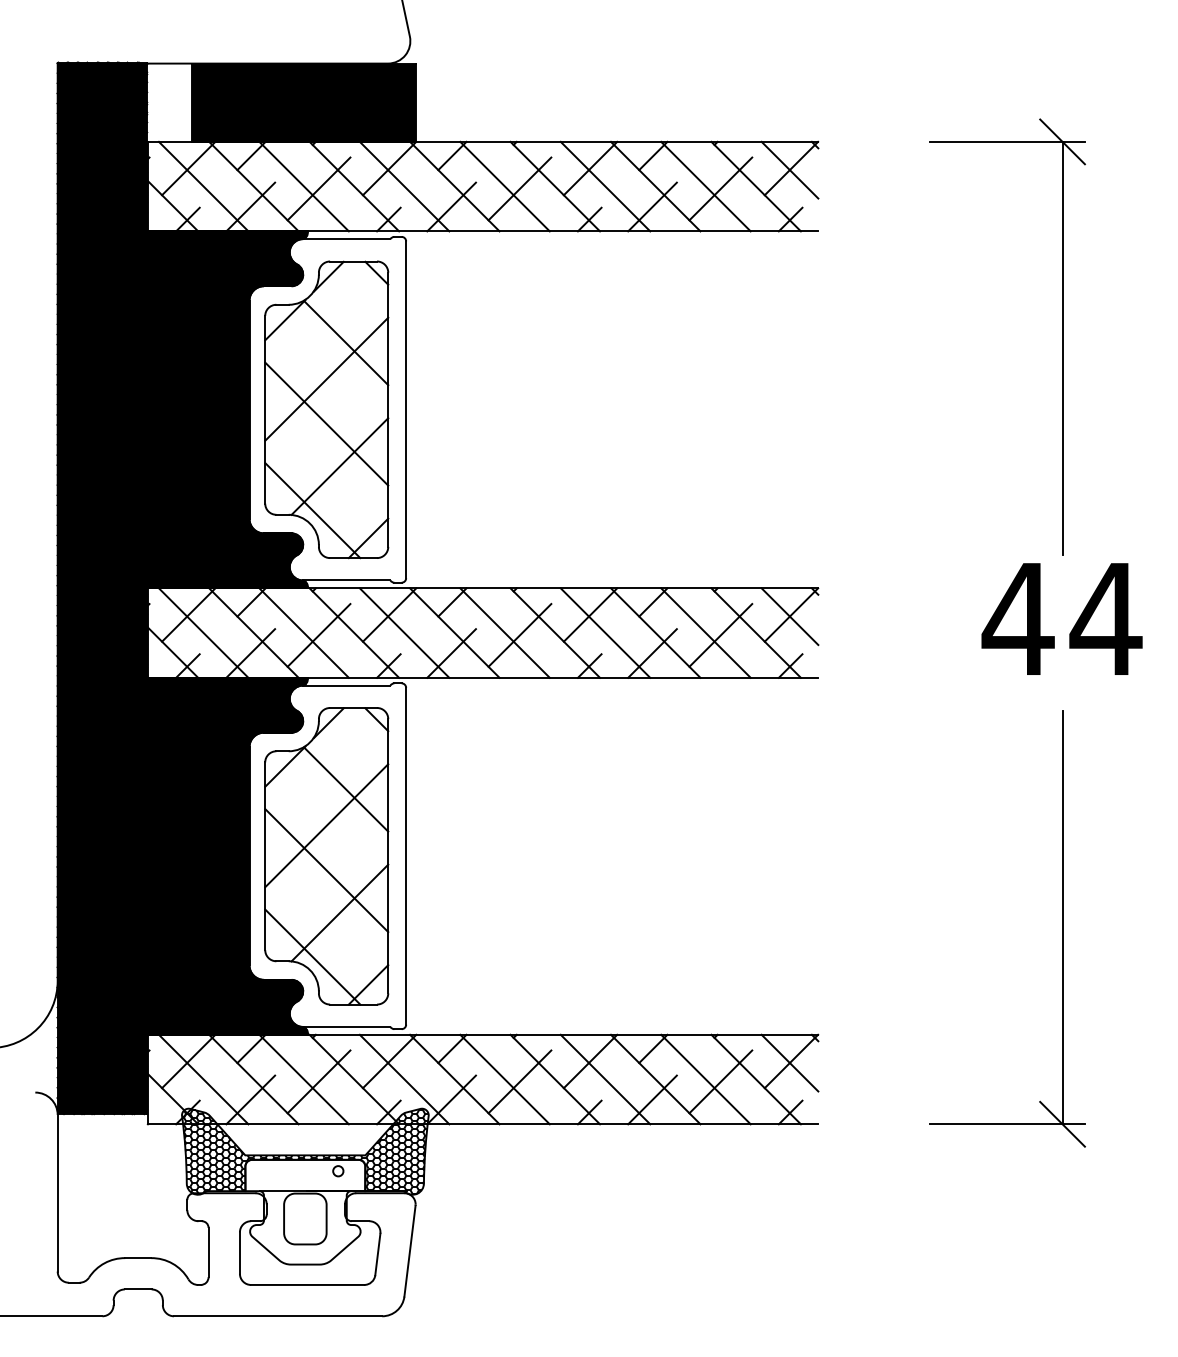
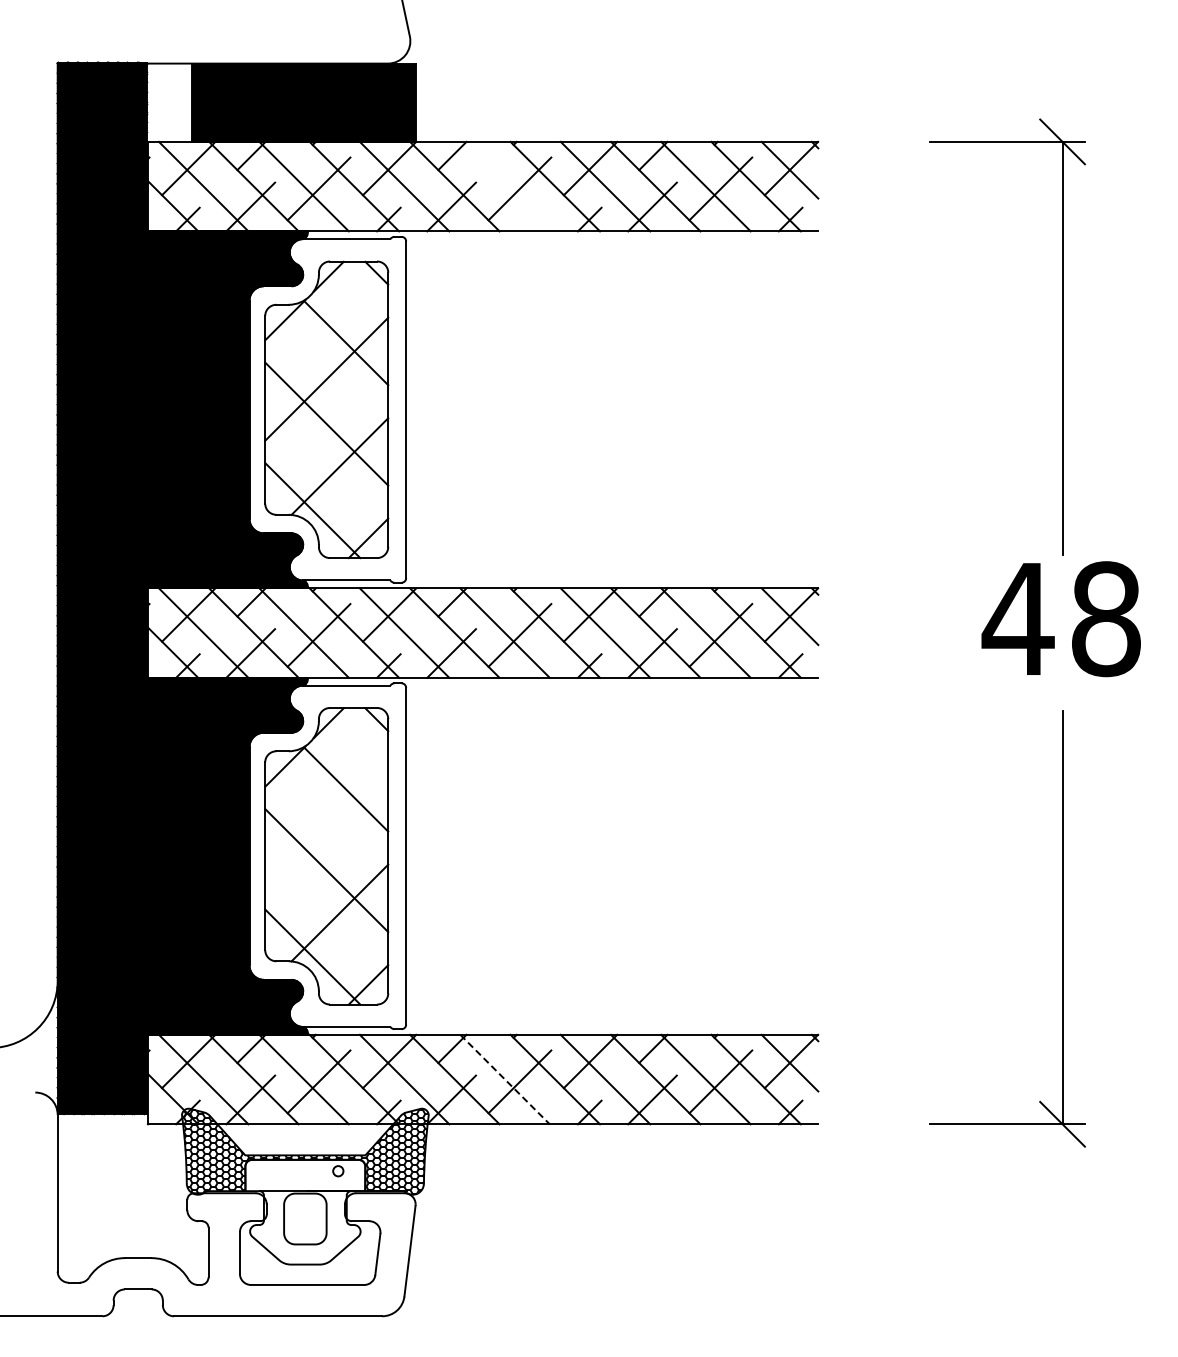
line at (504, 186): present -> none
text at (1105, 619): 44 -> 48
line at (326, 825): present -> none
line at (505, 1079): solid -> dashed
